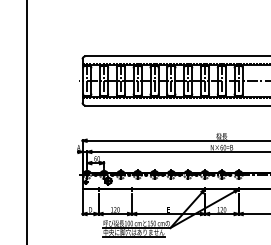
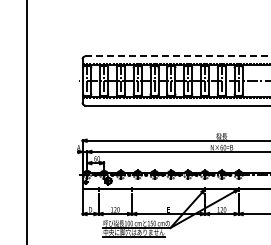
line at (178, 56): solid -> dashed
